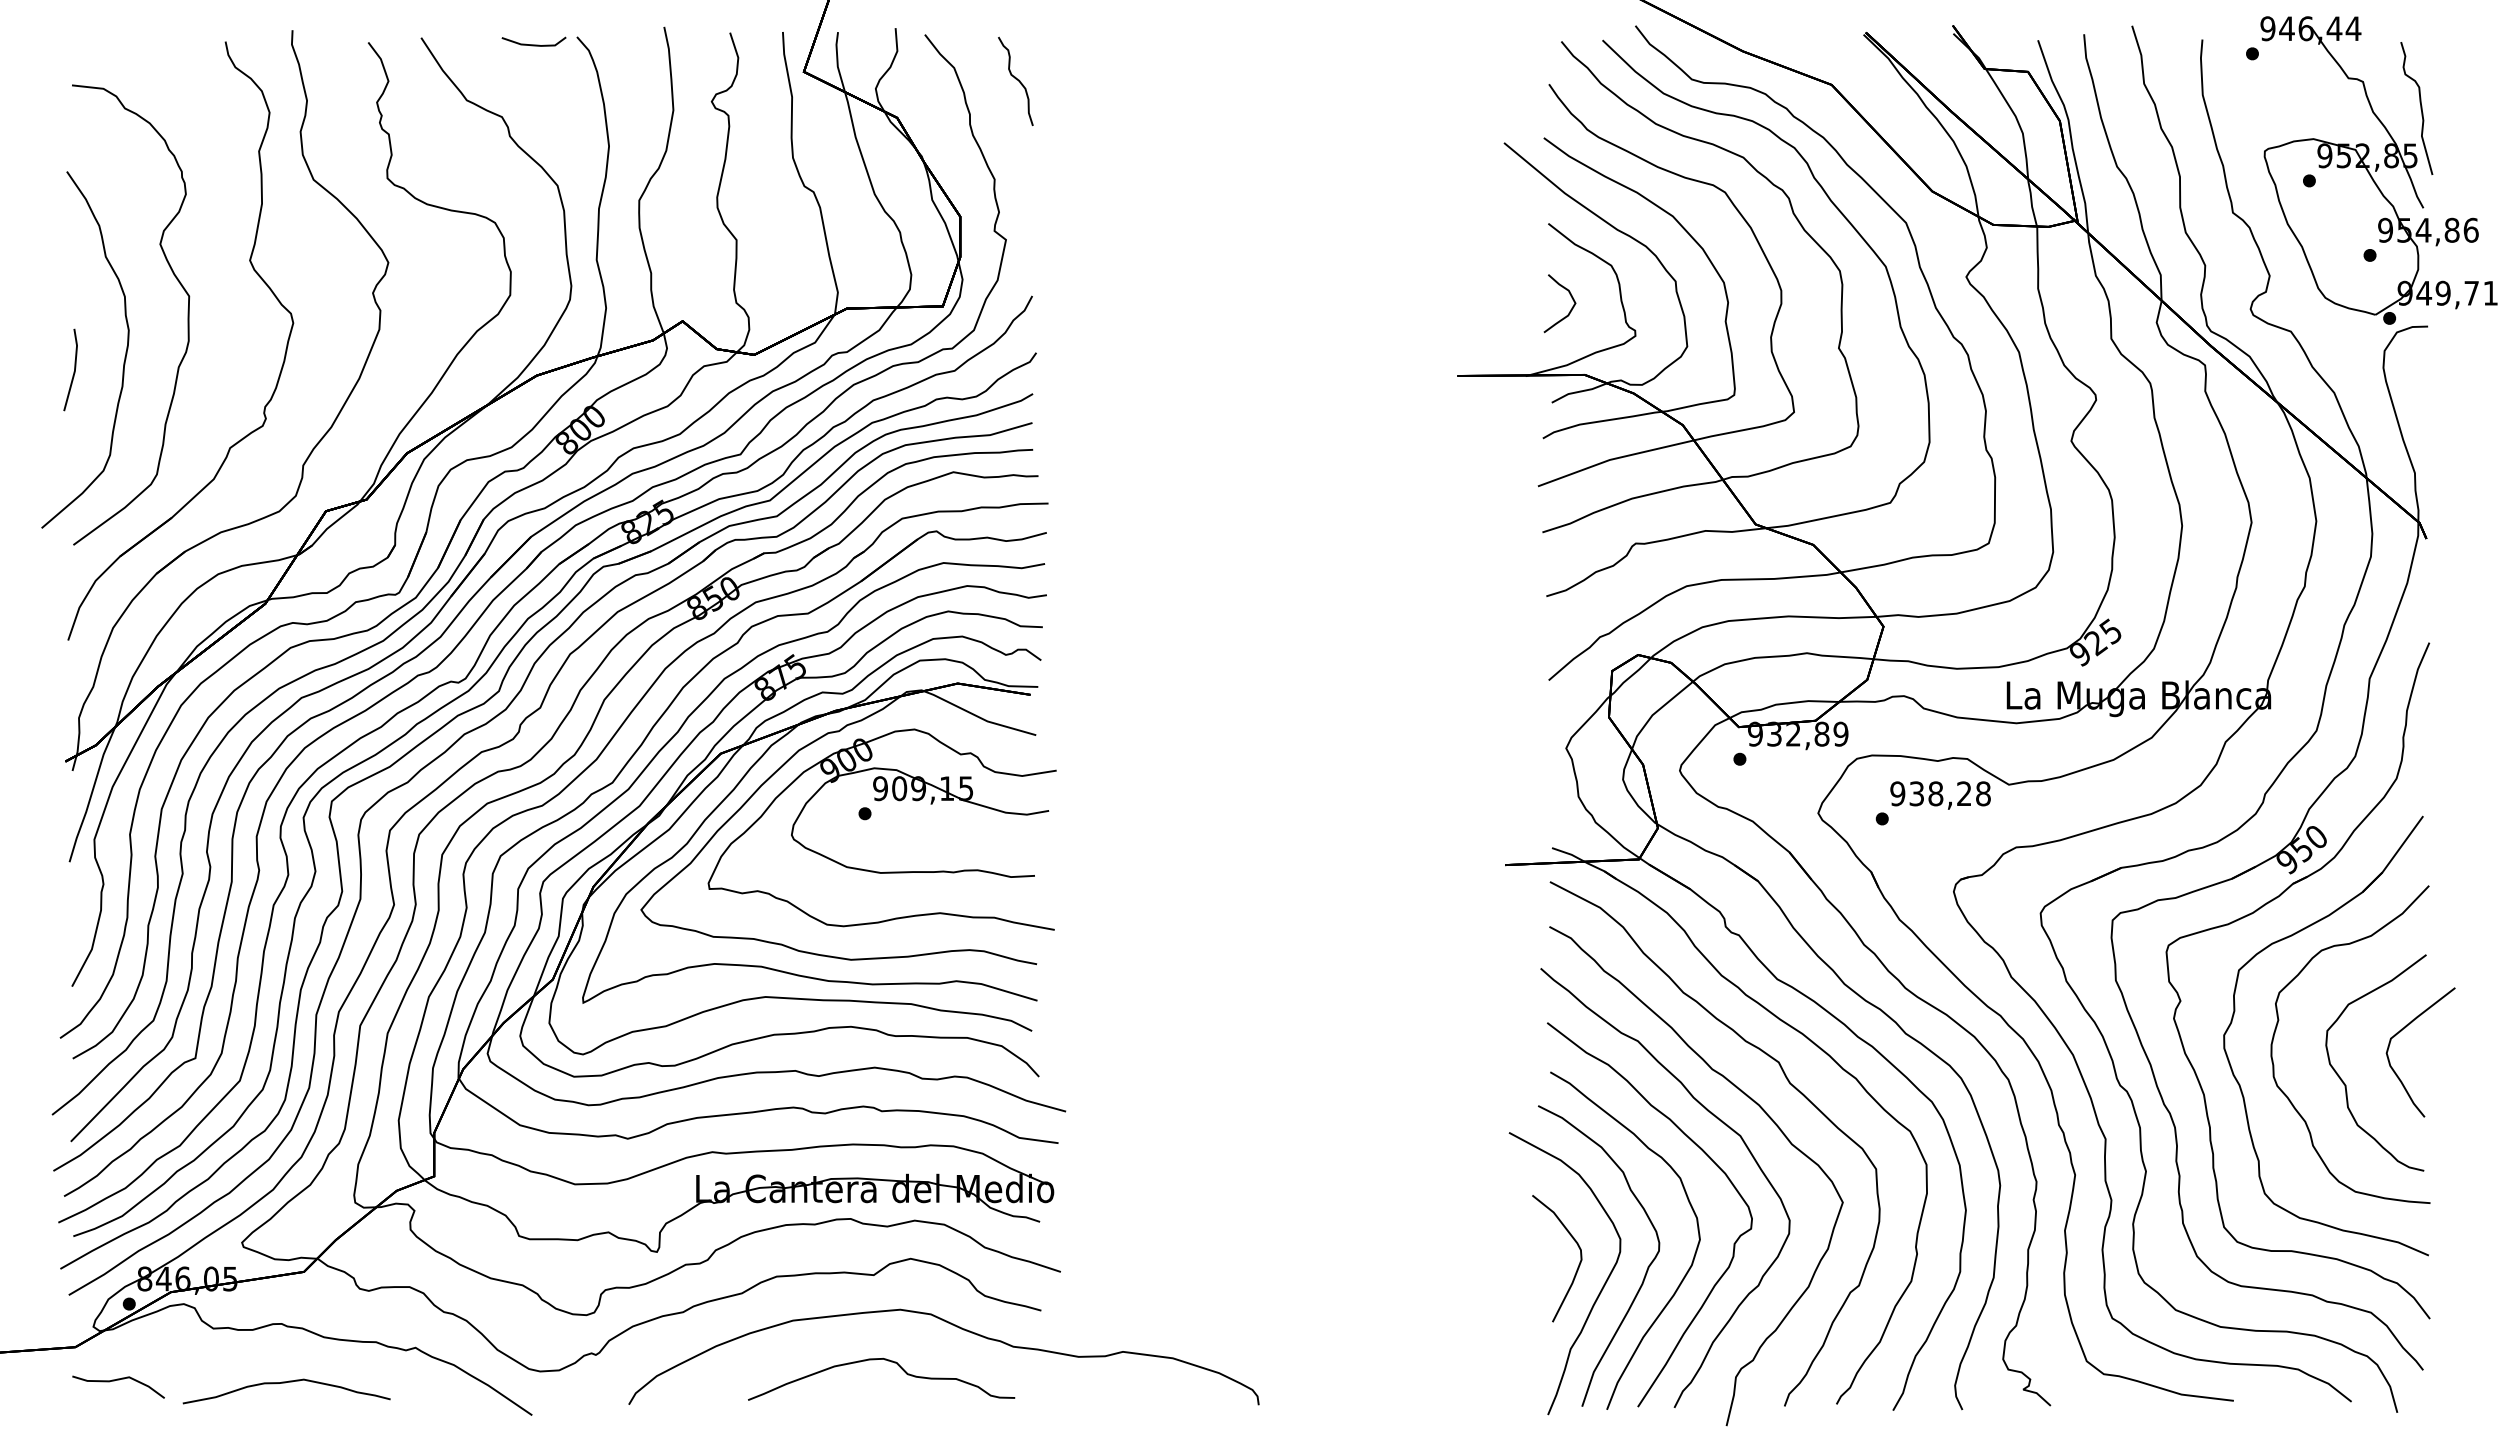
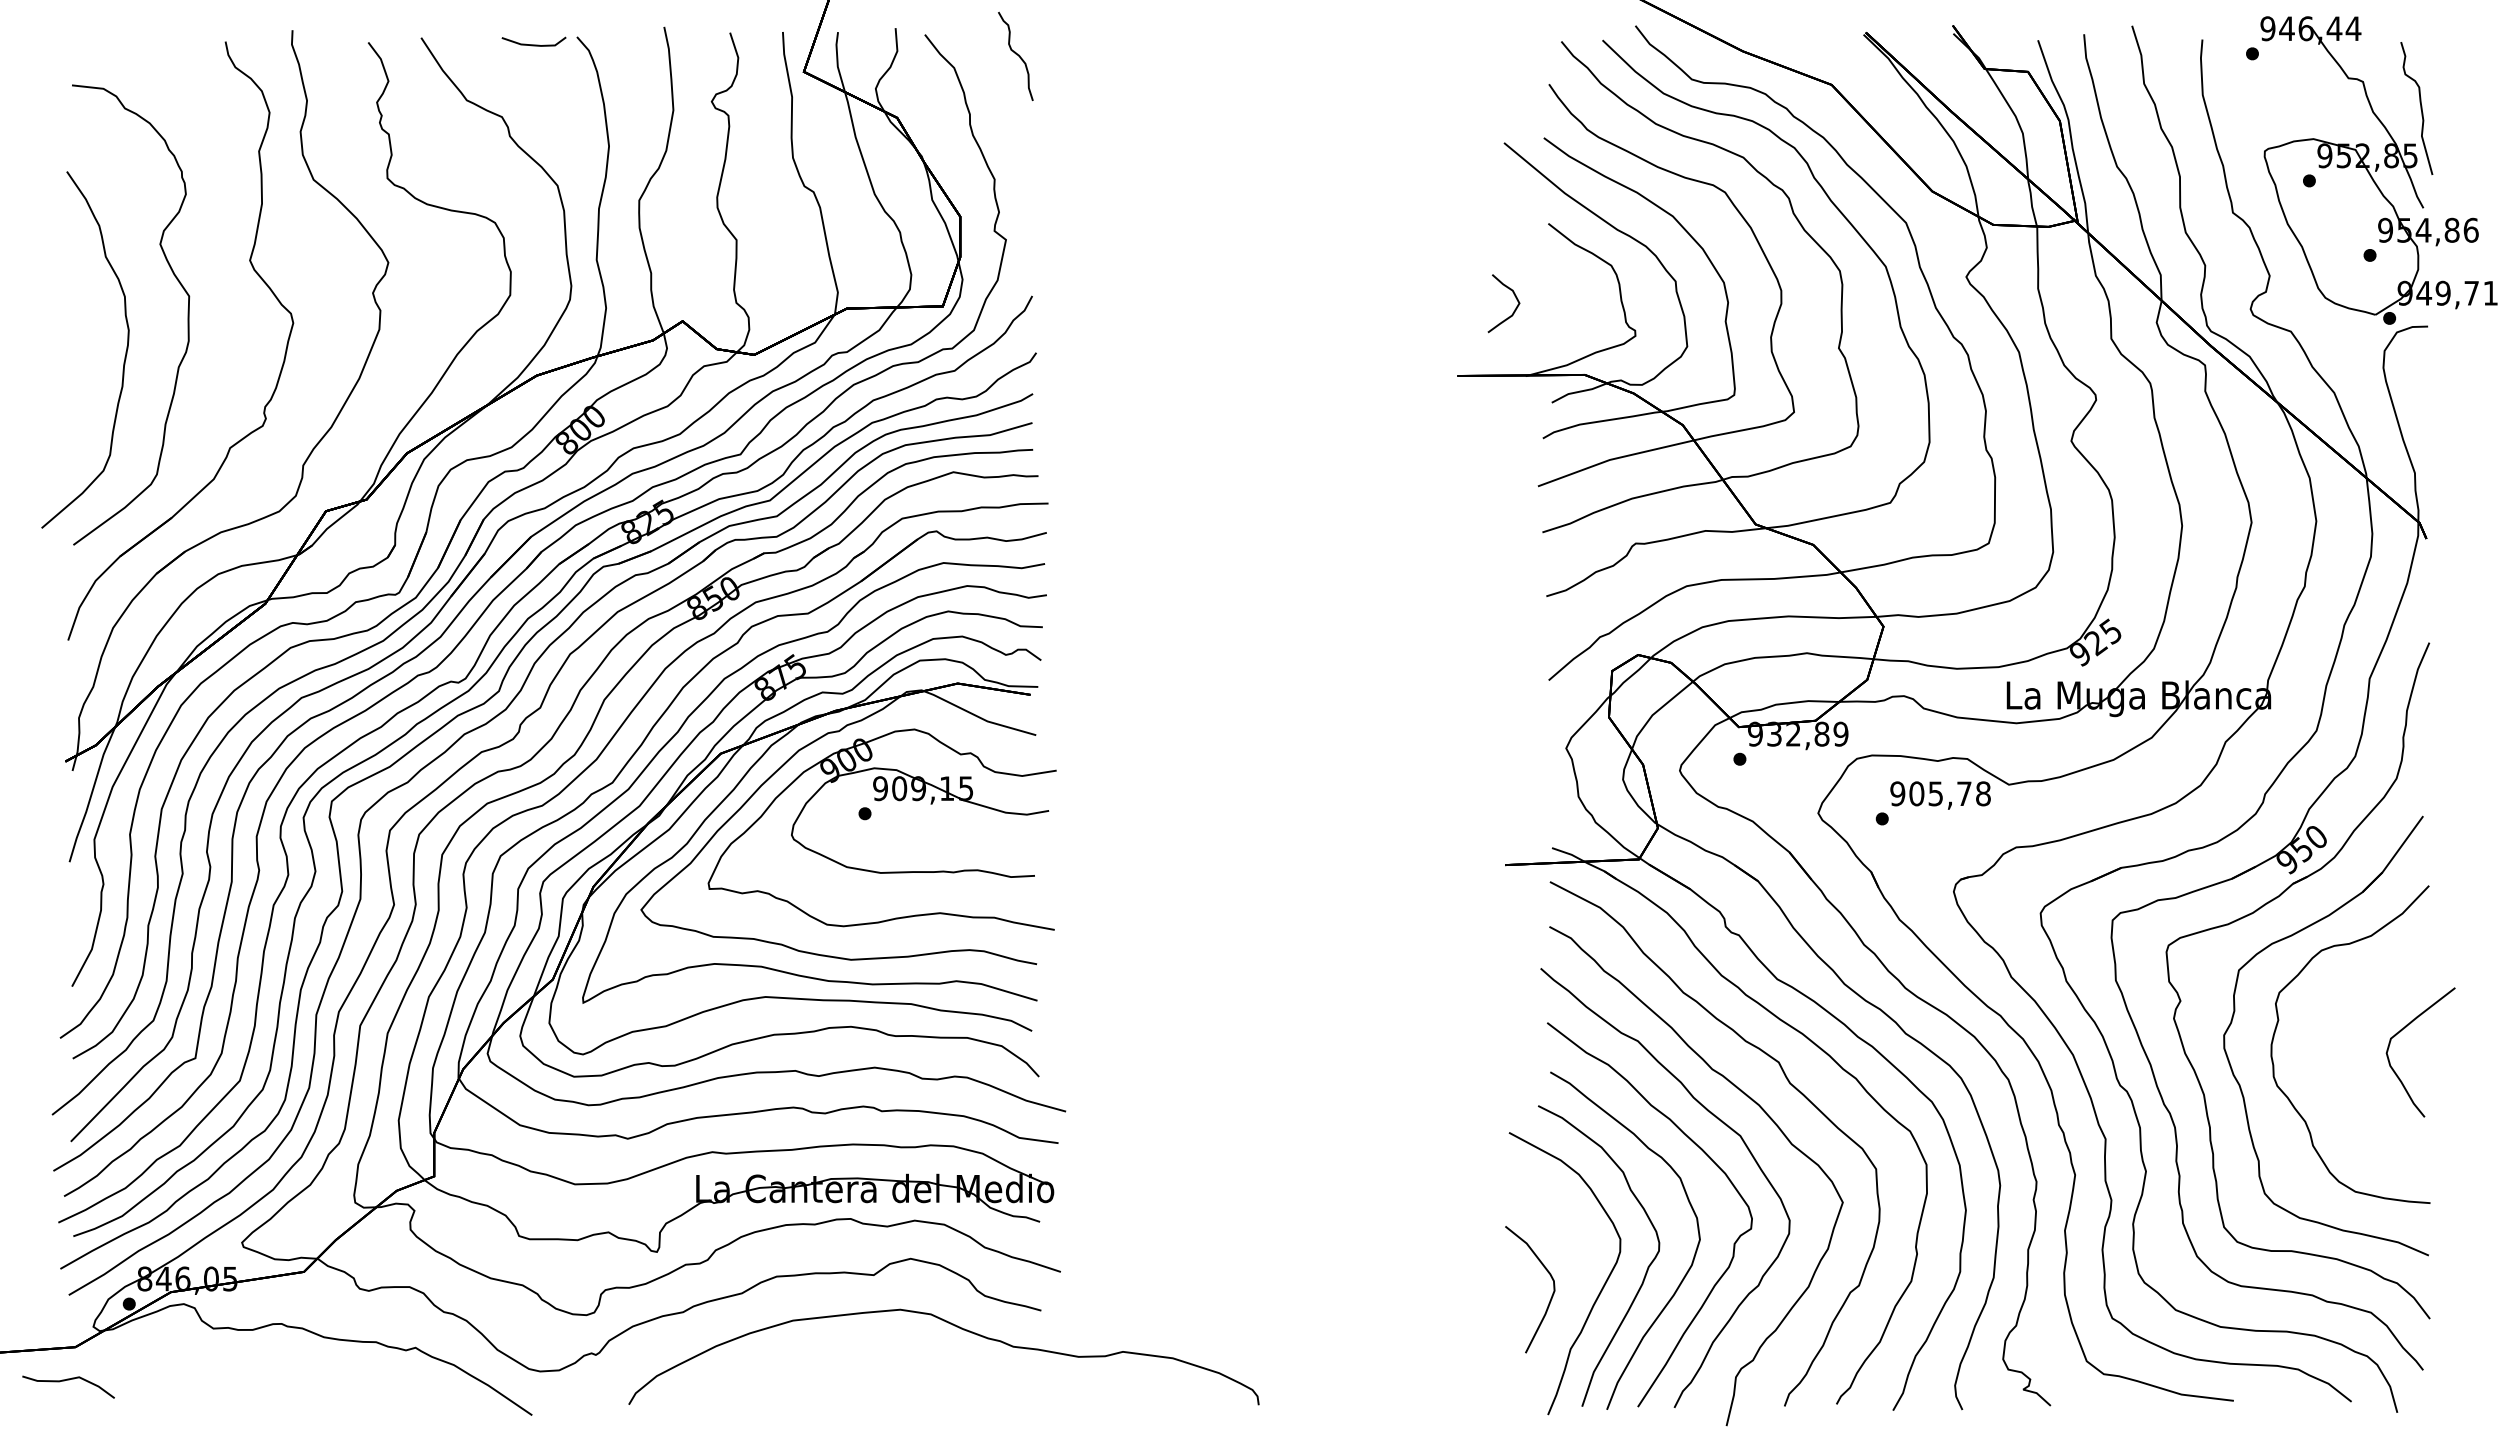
curve at (1015, 79) position: (1015, 79) -> (1015, 54)
curve at (1570, 309) position: (1570, 309) -> (1514, 309)
line at (73, 371): present -> none
text at (1940, 793): 938,28 -> 905,78
curve at (2345, 1083): present -> none
curve at (1578, 1264) position: (1578, 1264) -> (1551, 1295)
curve at (884, 1360): present -> none
curve at (118, 1380) position: (118, 1380) -> (68, 1380)
curve at (285, 1383): present -> none
